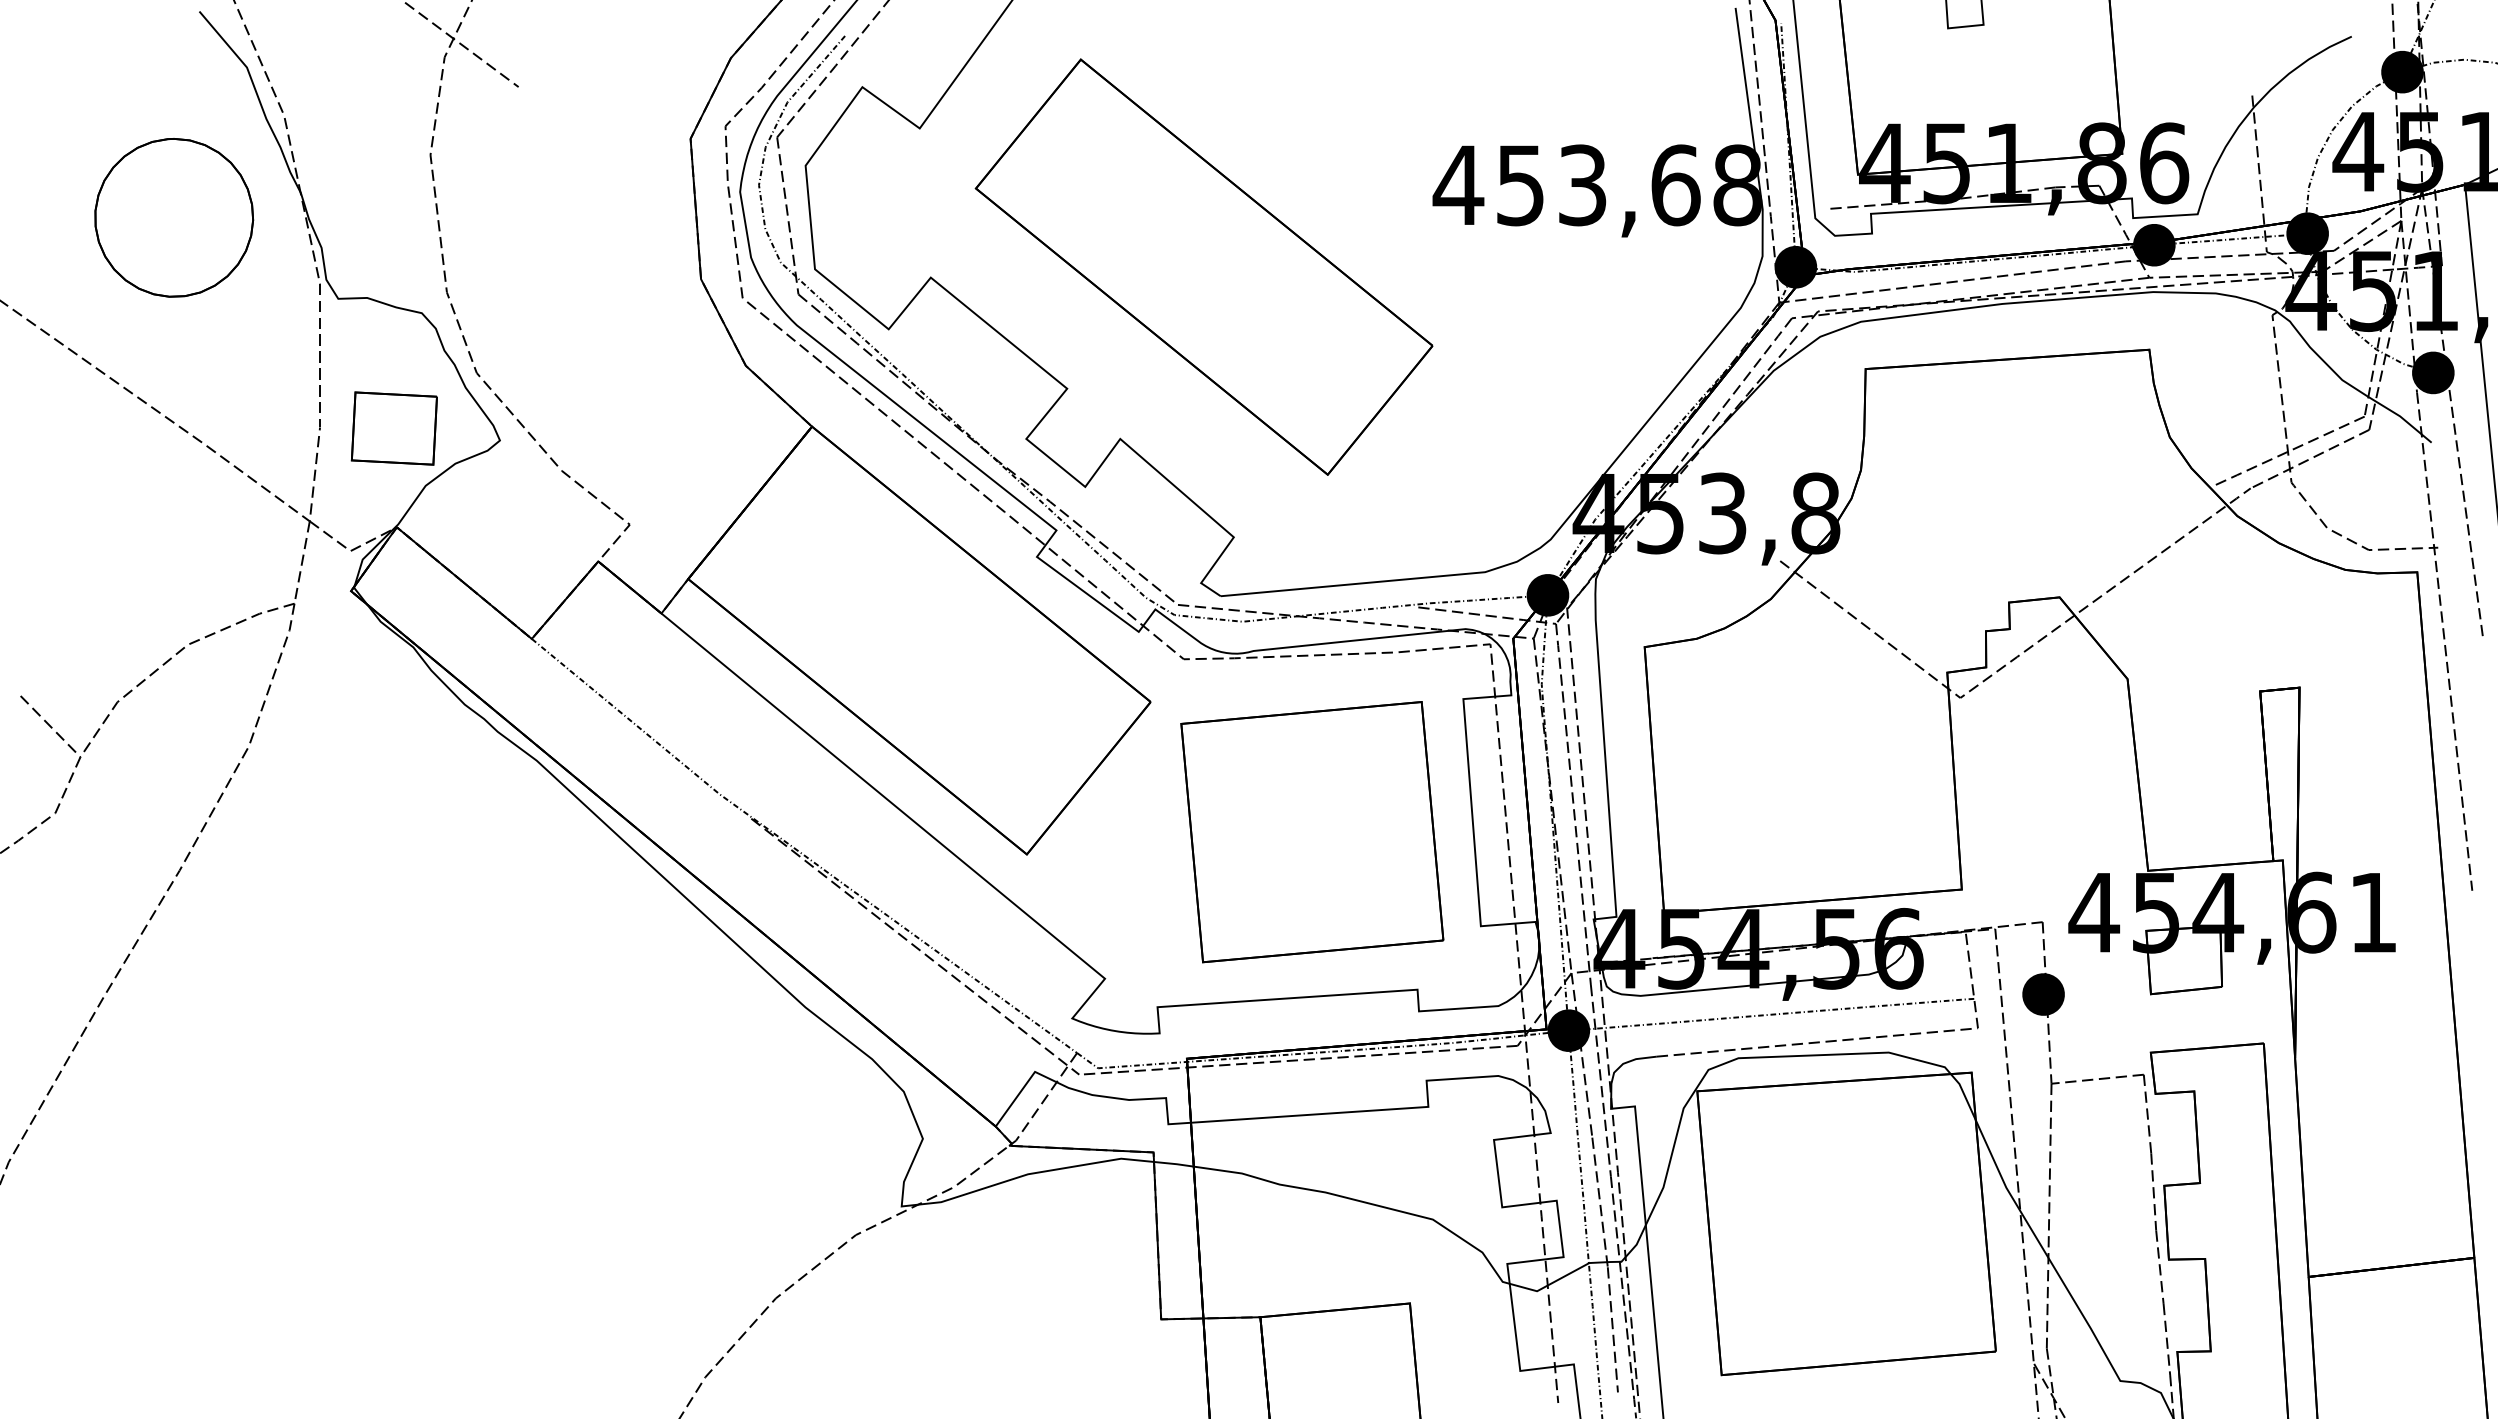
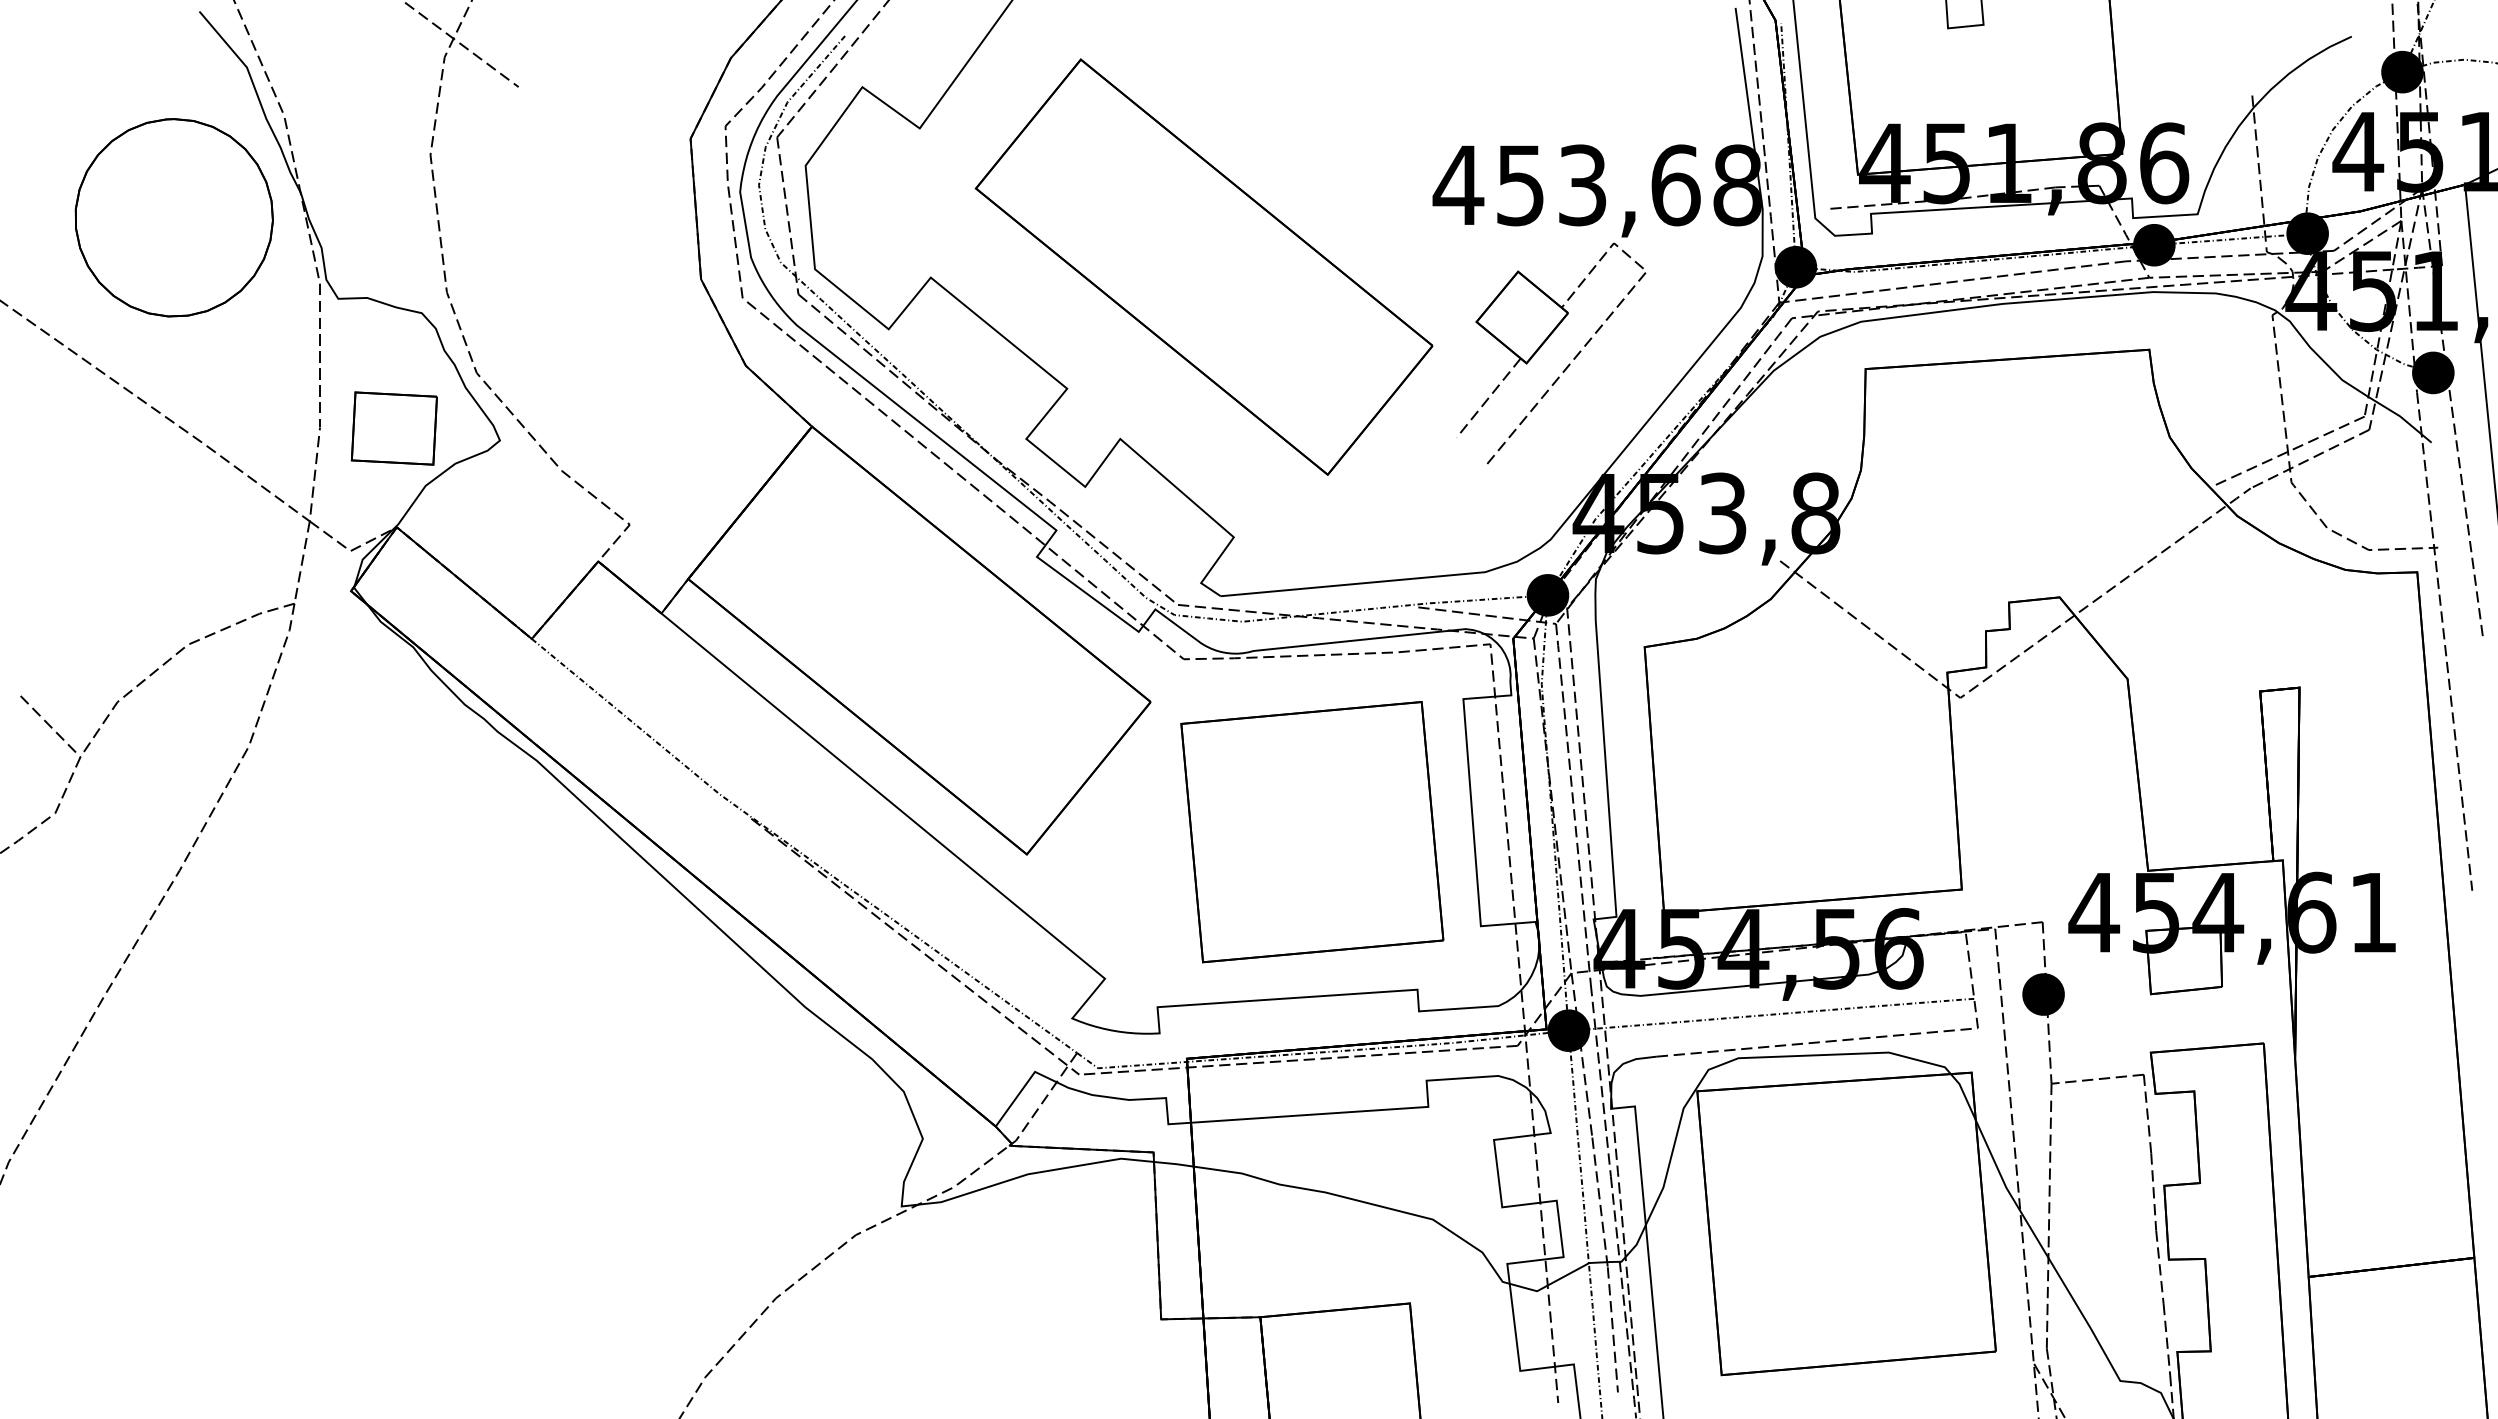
part at (174, 217) size: 161x160 px -> 200x200 px
part at (1541, 347): none -> present
